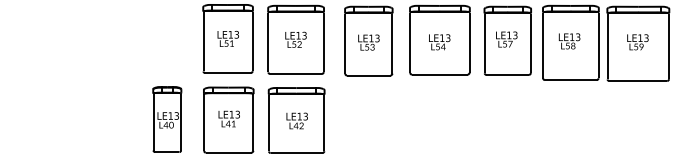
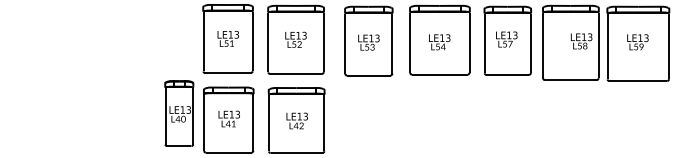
text at (569, 41) position: (569, 41) -> (581, 41)
part at (167, 119) position: (167, 119) -> (179, 113)
